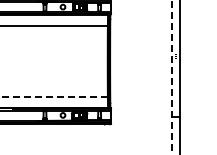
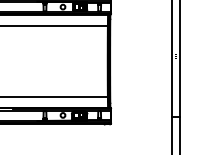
line at (172, 77): dashed -> solid
line at (53, 97): dashed -> solid
